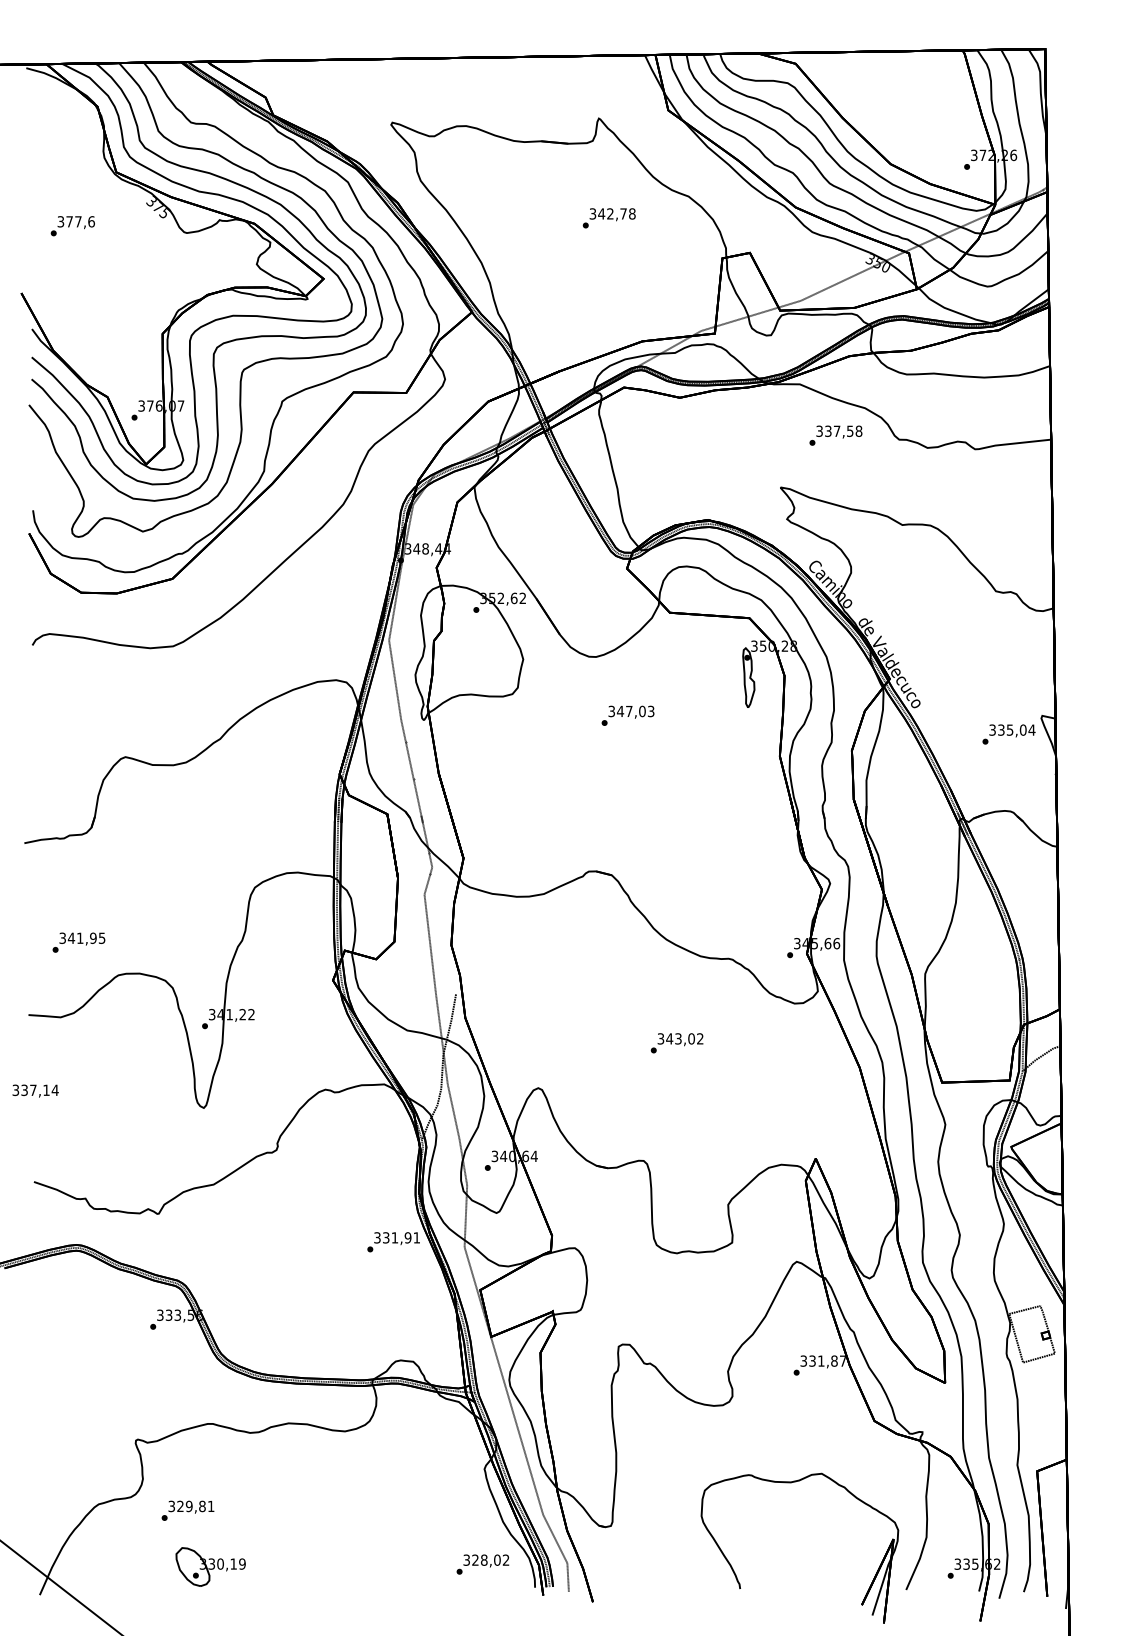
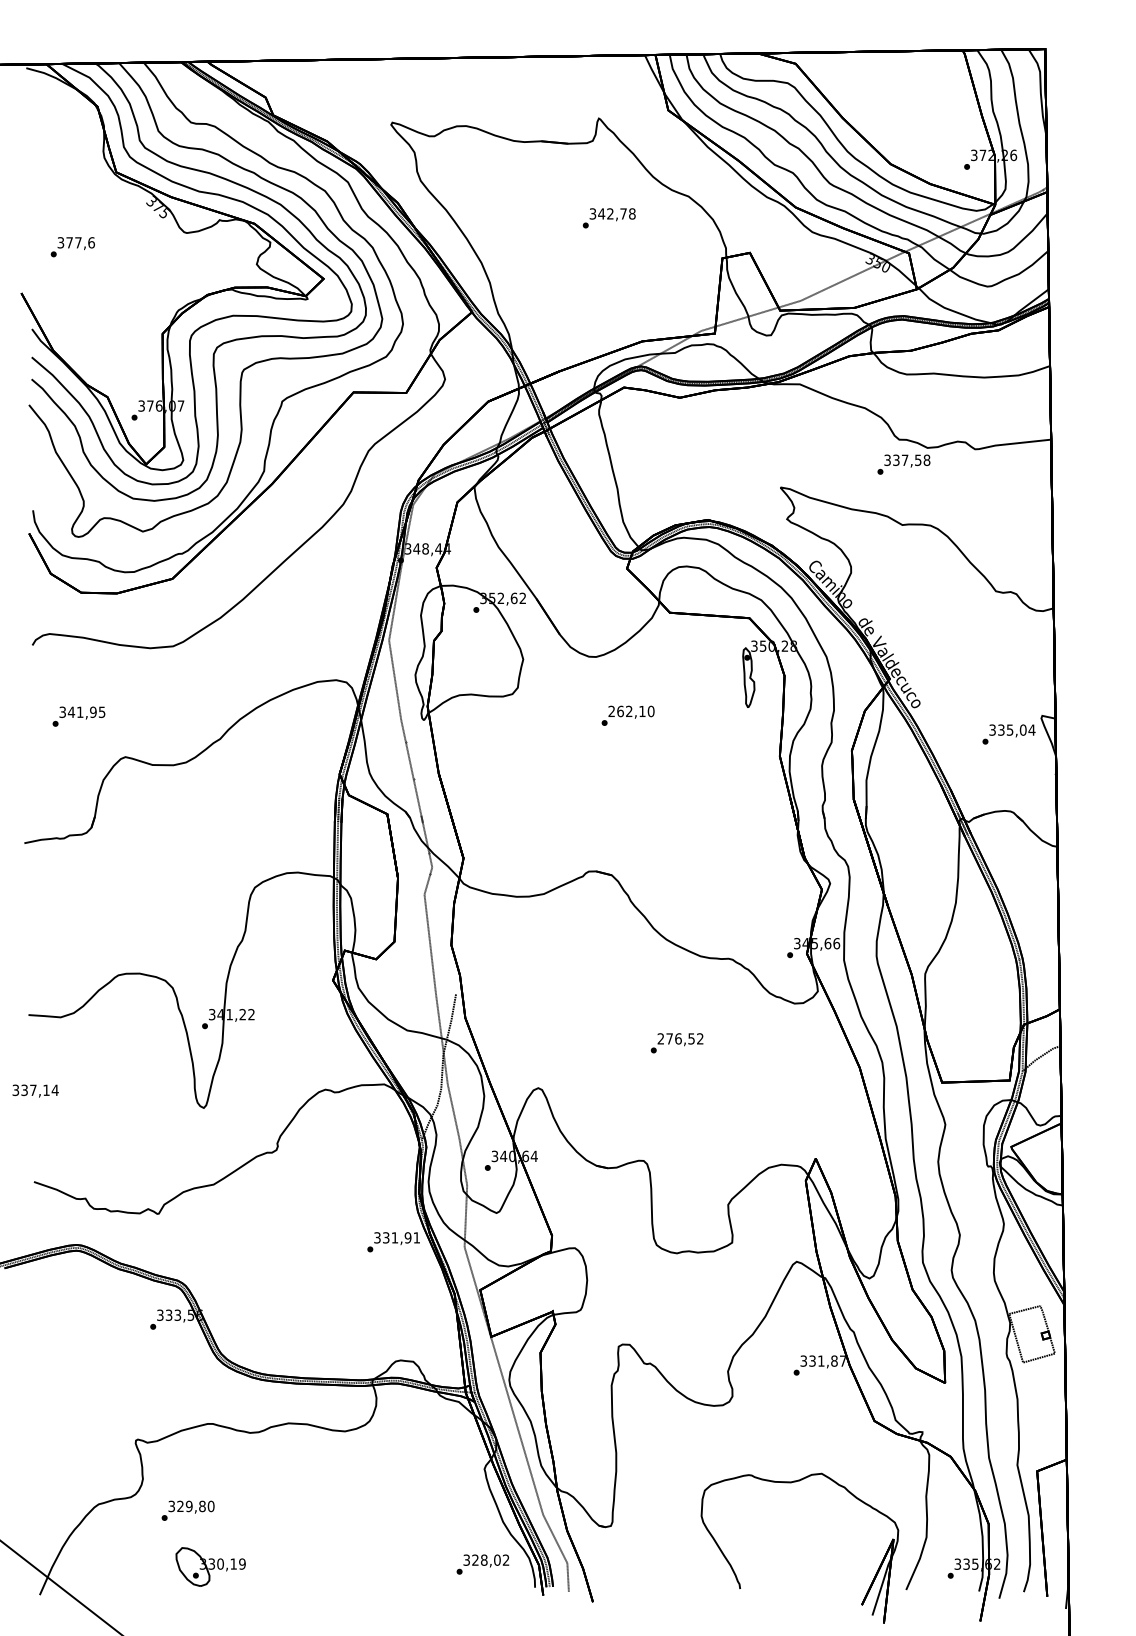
text at (72, 226) position: (72, 226) -> (72, 247)
text at (835, 435) position: (835, 435) -> (903, 464)
text at (631, 711): 347,03 -> 262,10
text at (78, 942) position: (78, 942) -> (78, 716)
text at (675, 1038): 343,02 -> 276,52
text at (210, 1506): 329,81 -> 329,80
